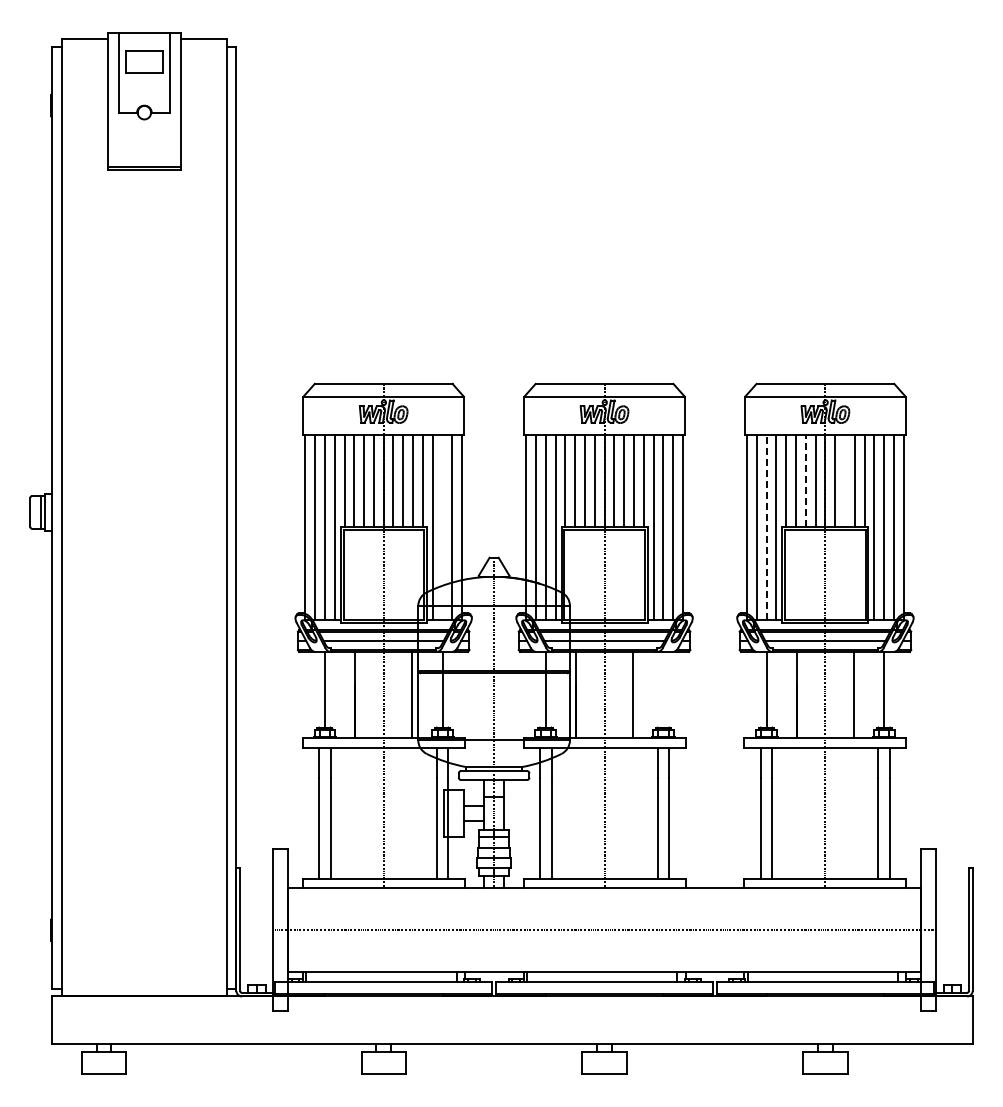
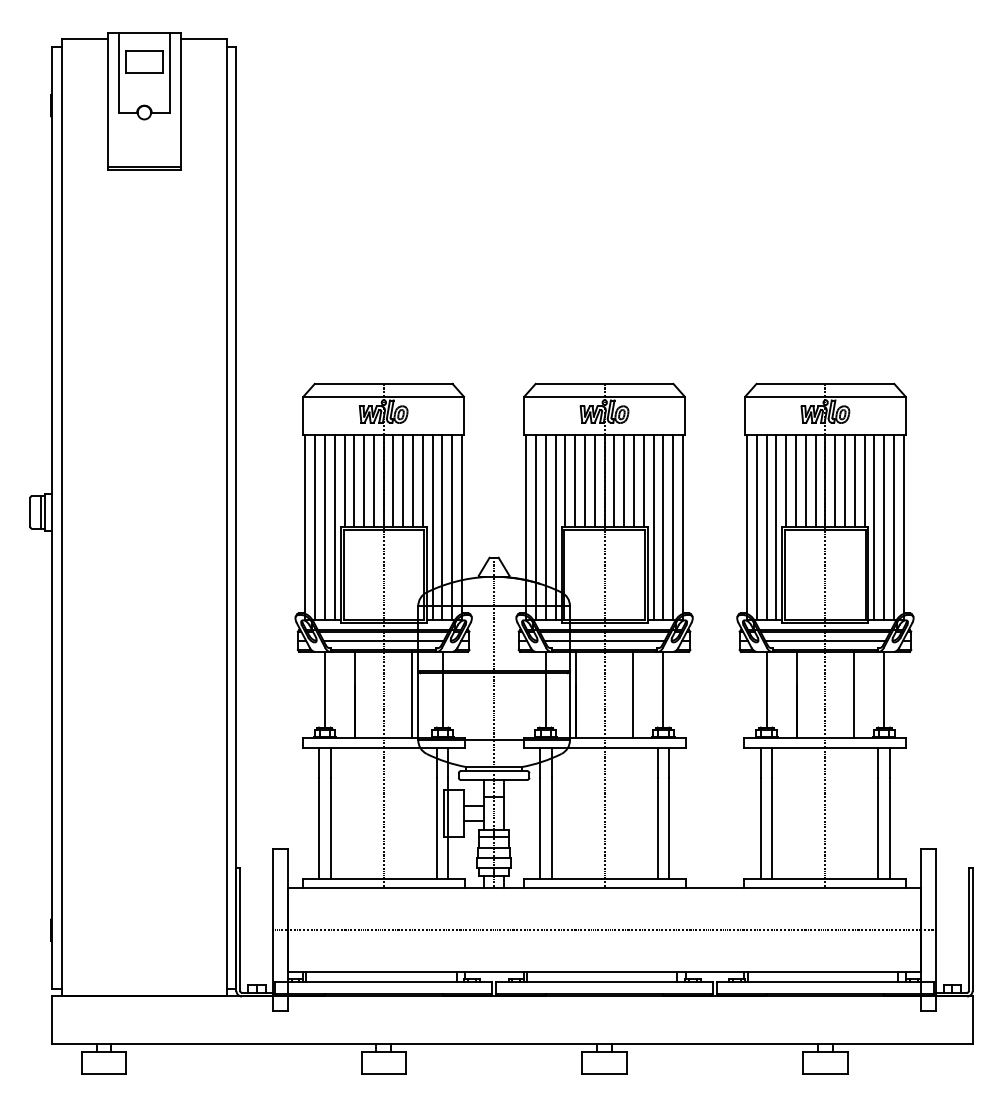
line at (805, 480): dashed -> solid
line at (845, 480): none -> present
line at (442, 527): none -> present
line at (766, 527): dashed -> solid
line at (663, 689): none -> present
